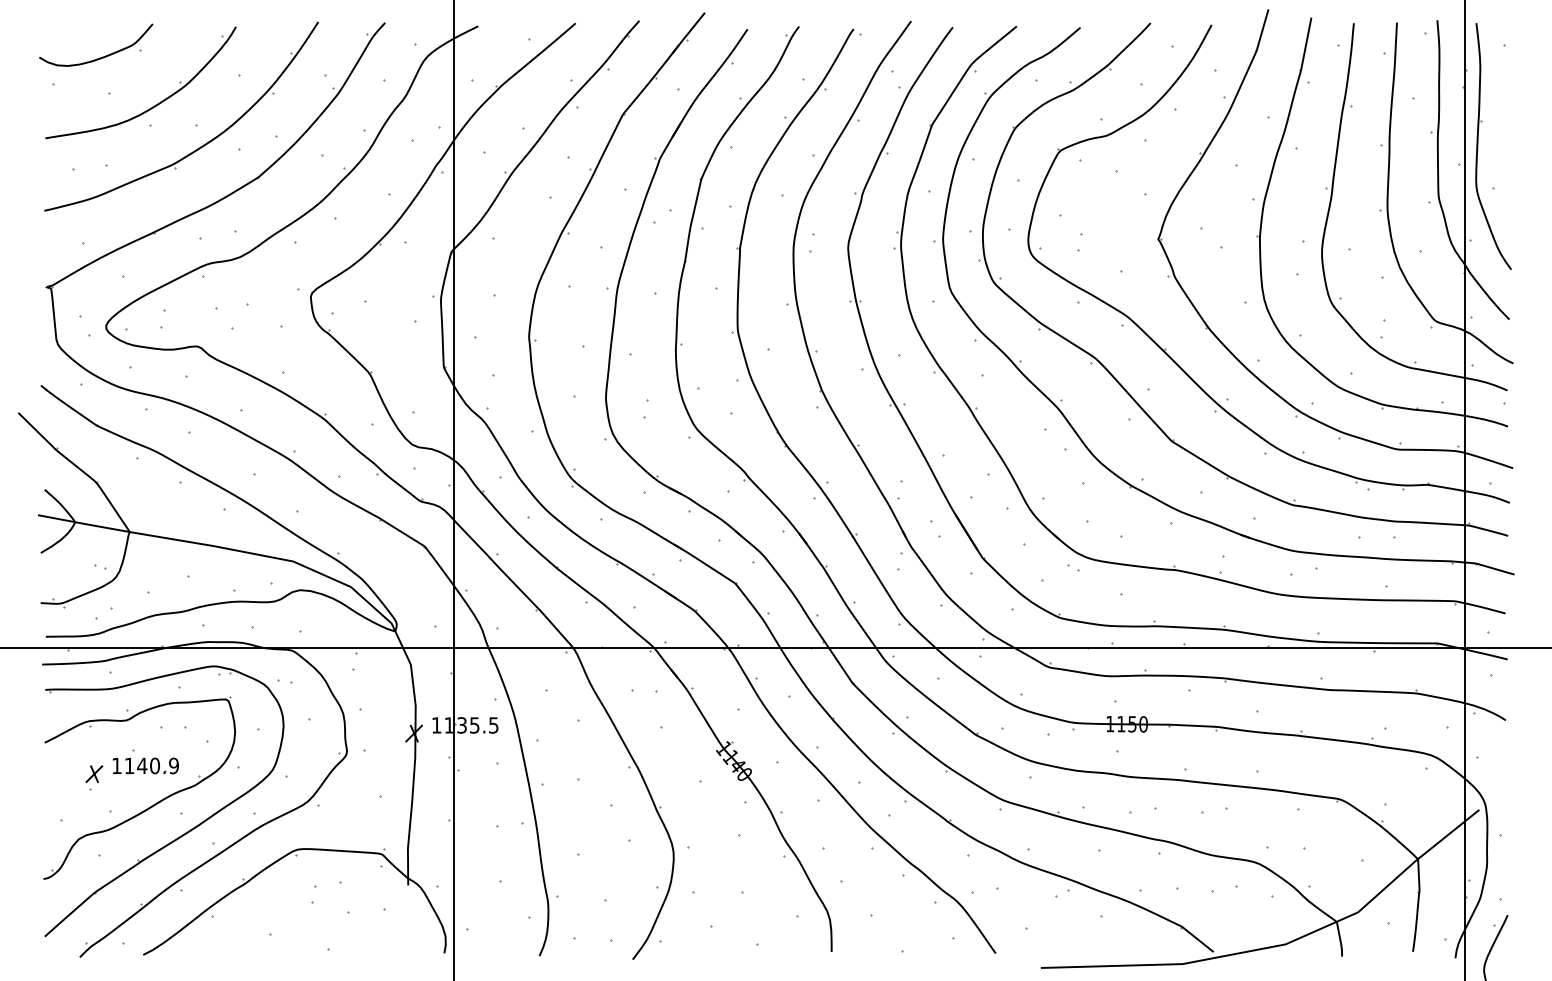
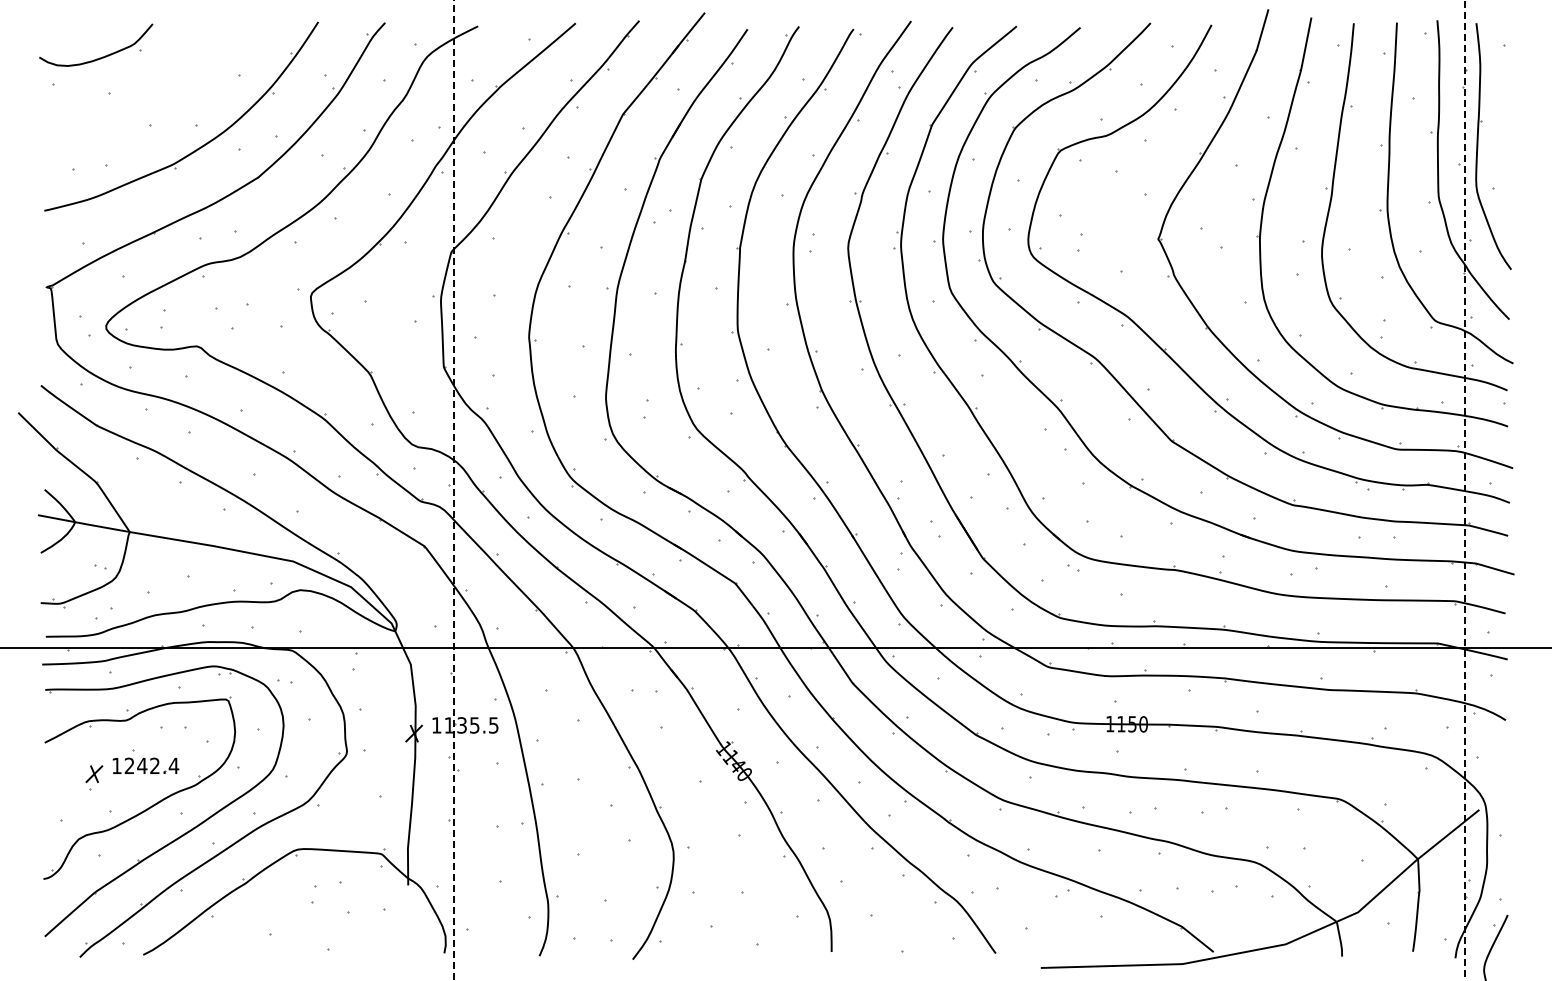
part at (155, 104): present -> none
line at (454, 490): solid -> dashed
line at (1464, 490): solid -> dashed
text at (151, 765): 1140.9 -> 1242.4
